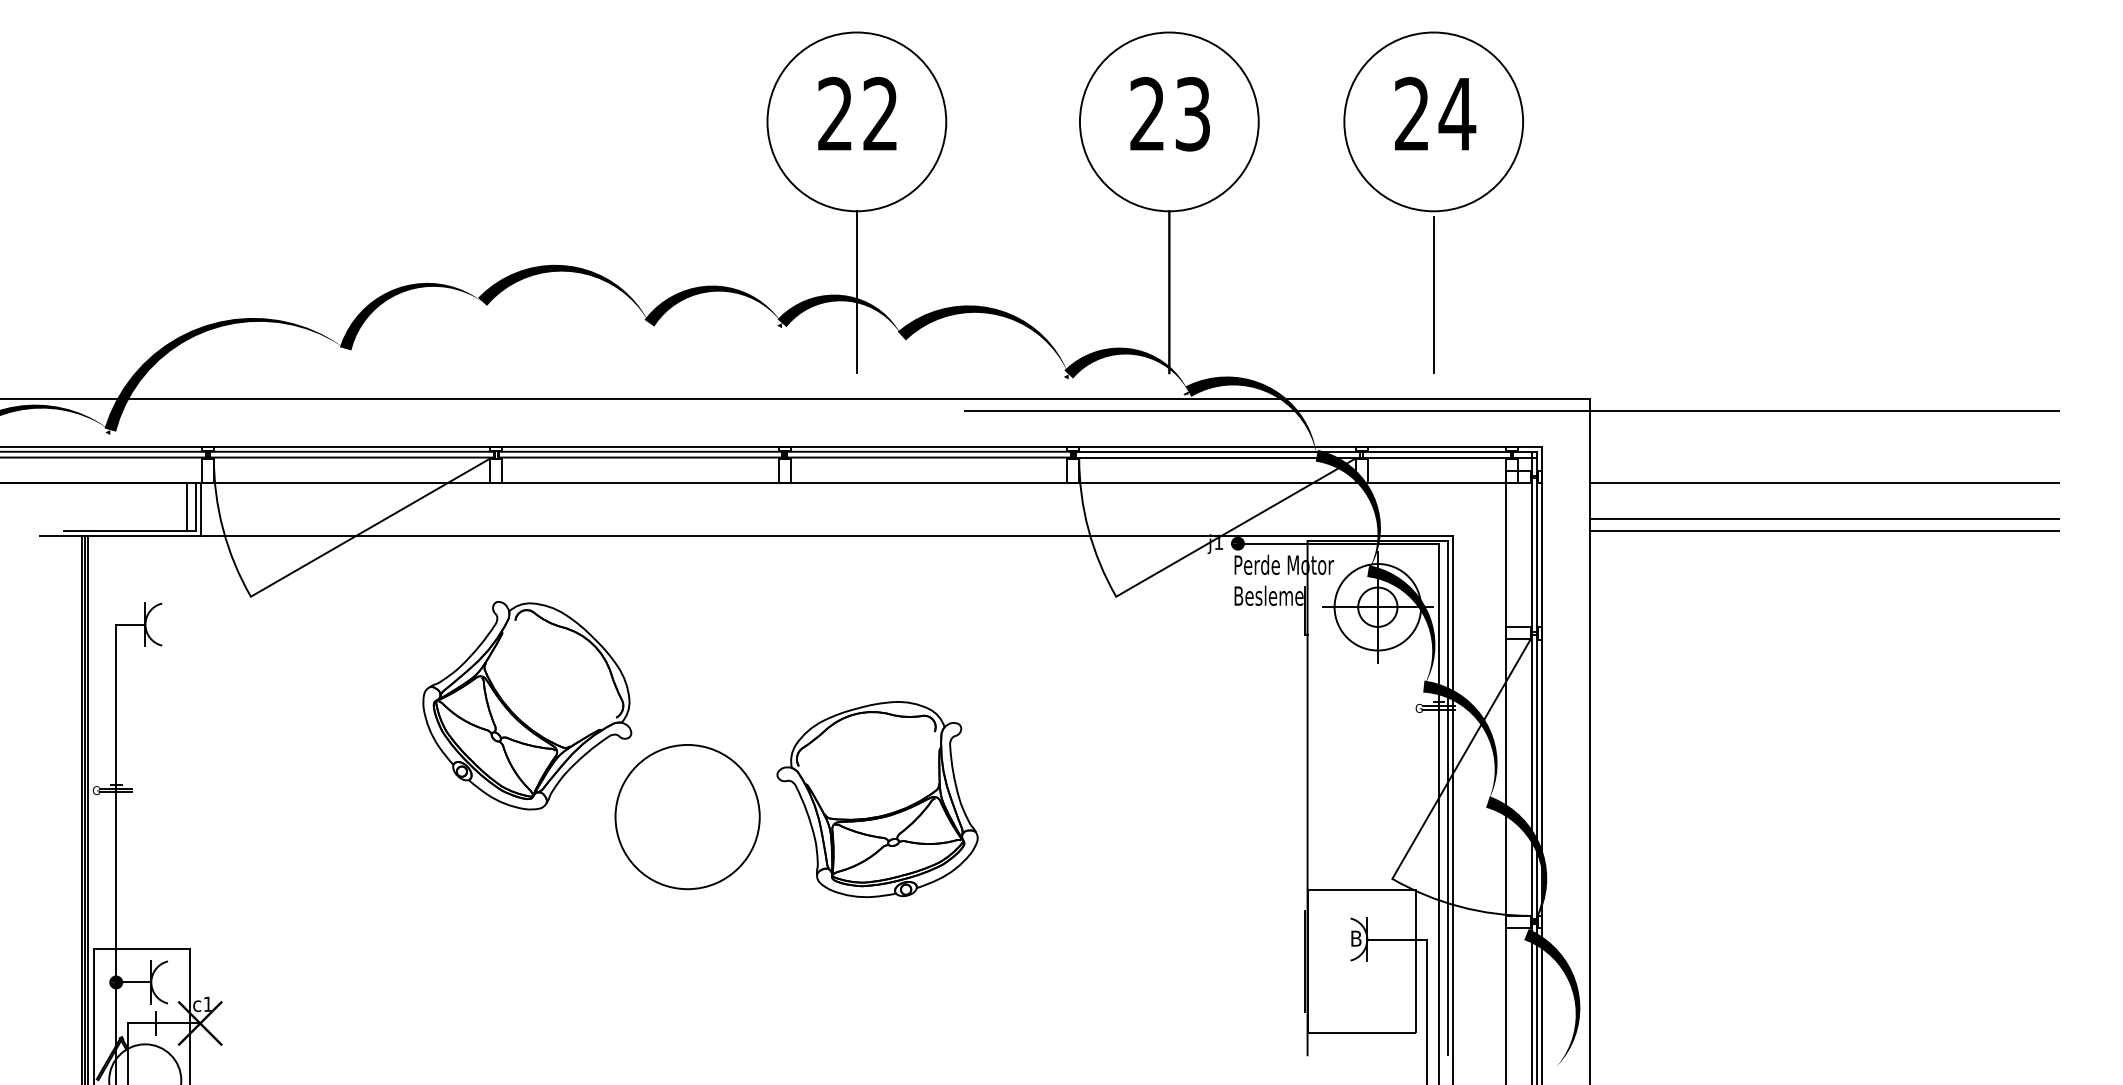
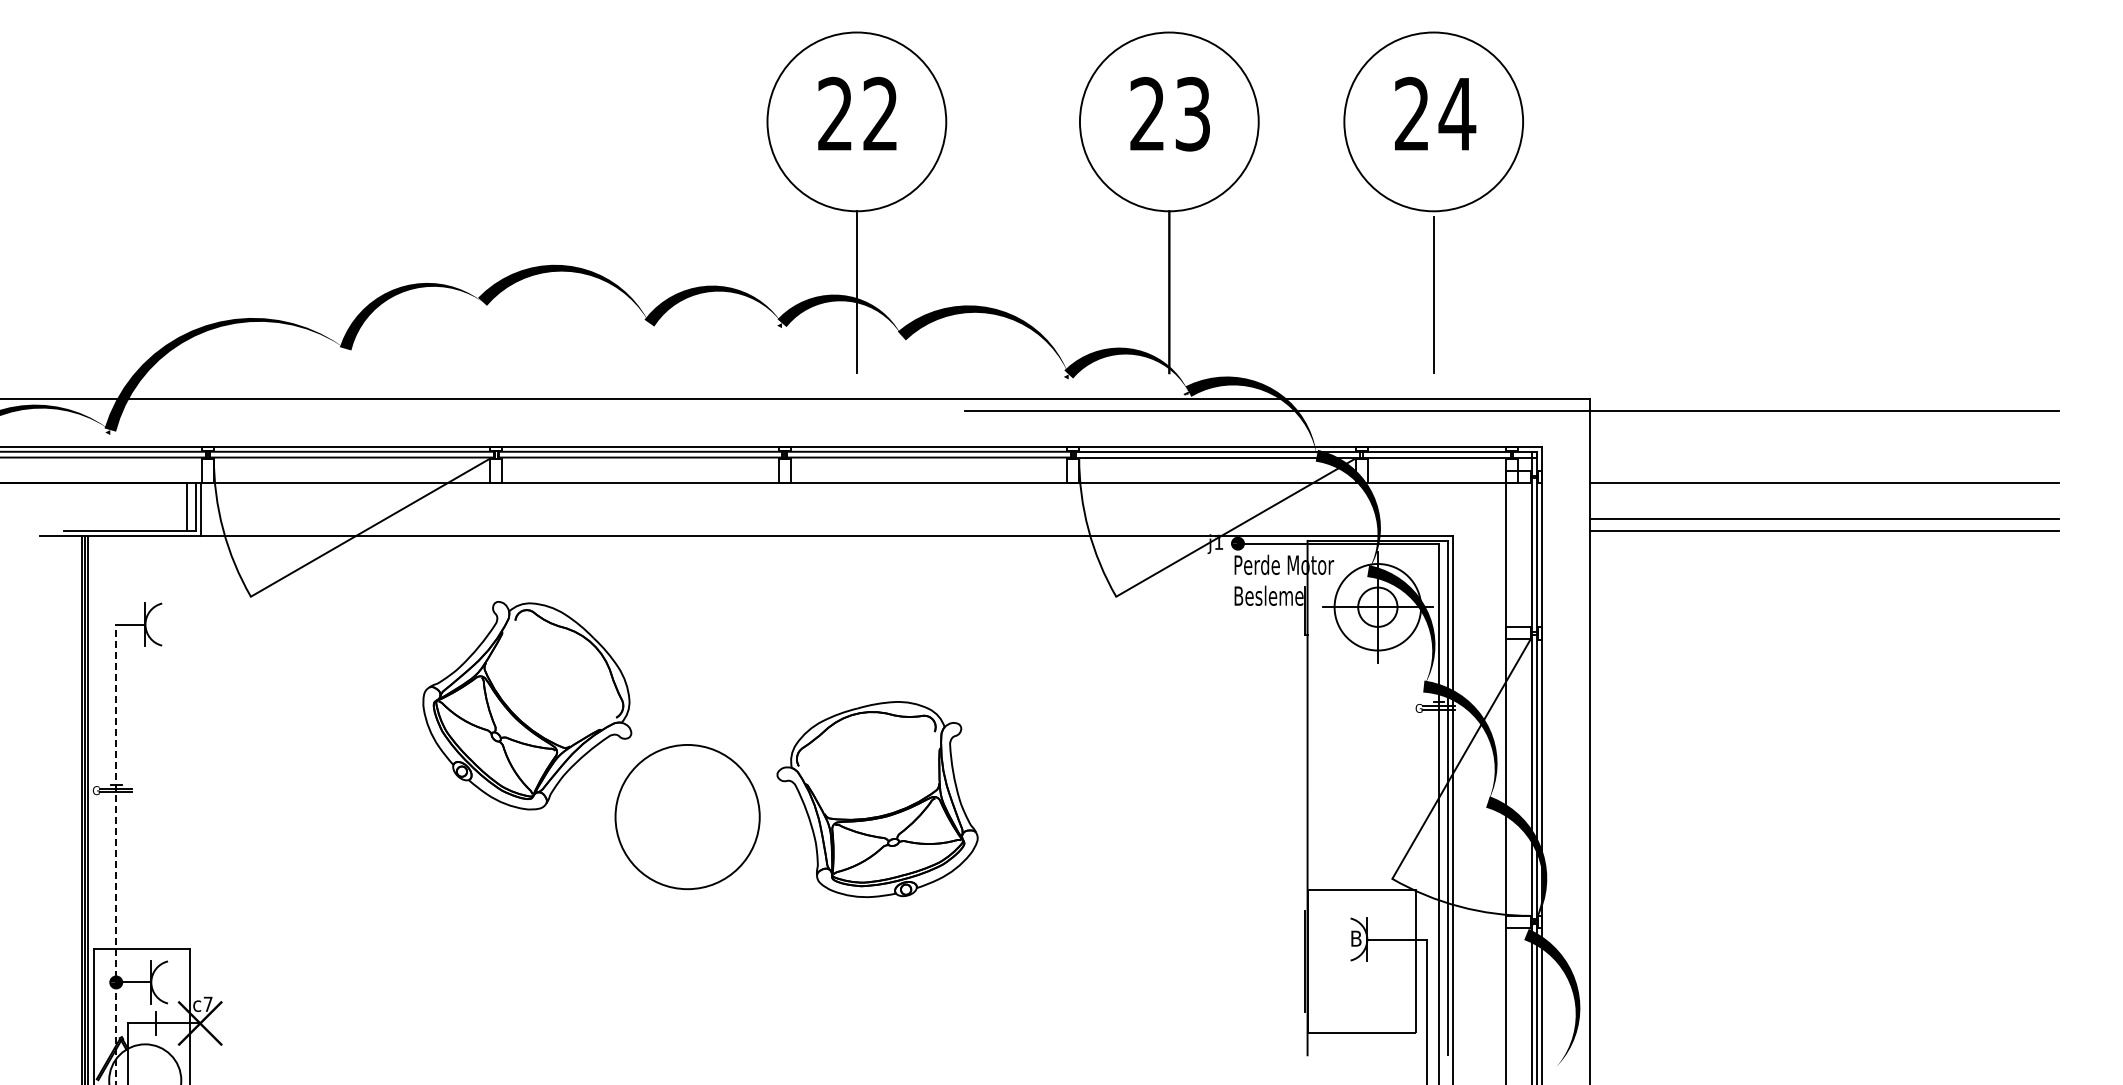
line at (116, 854): solid -> dashed
text at (207, 1003): c1 -> c7
